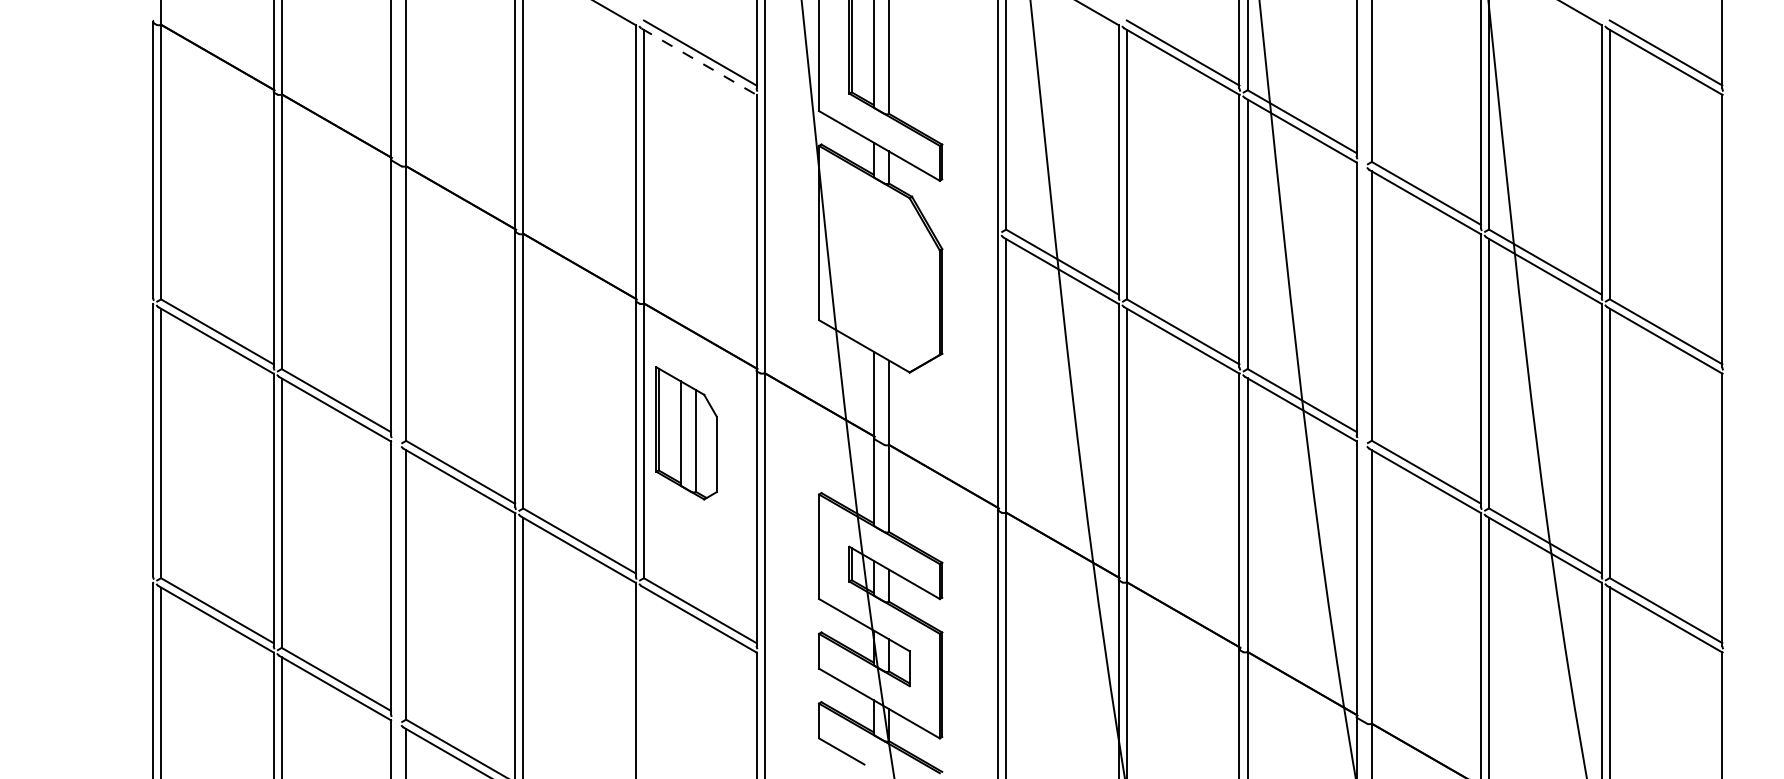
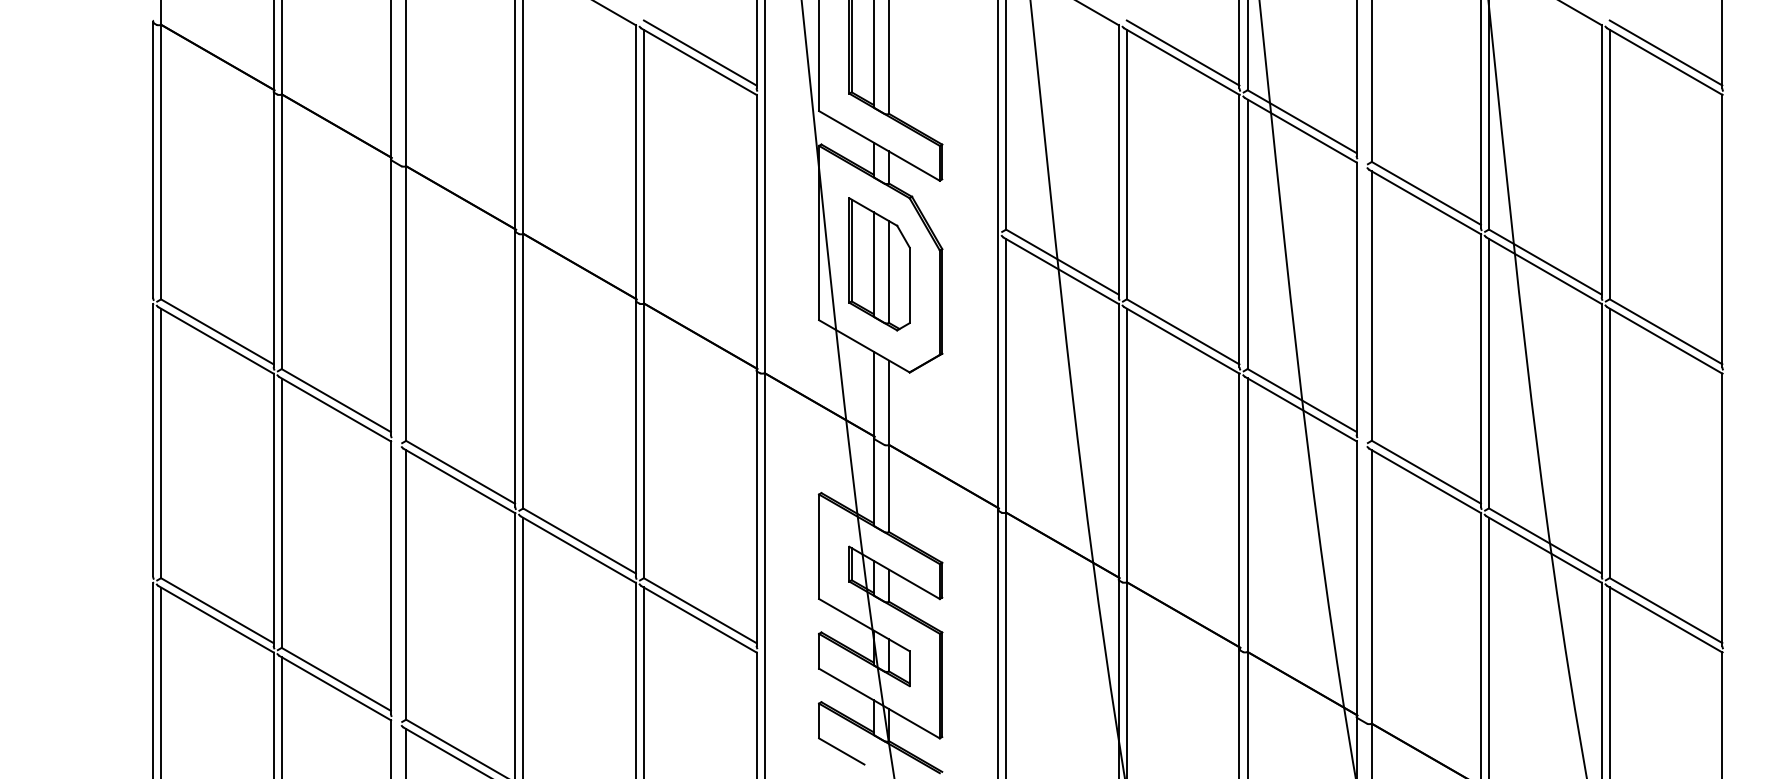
line at (699, 62): dashed -> solid
part at (686, 433) position: (686, 433) -> (879, 264)
line at (643, 681): none -> present
